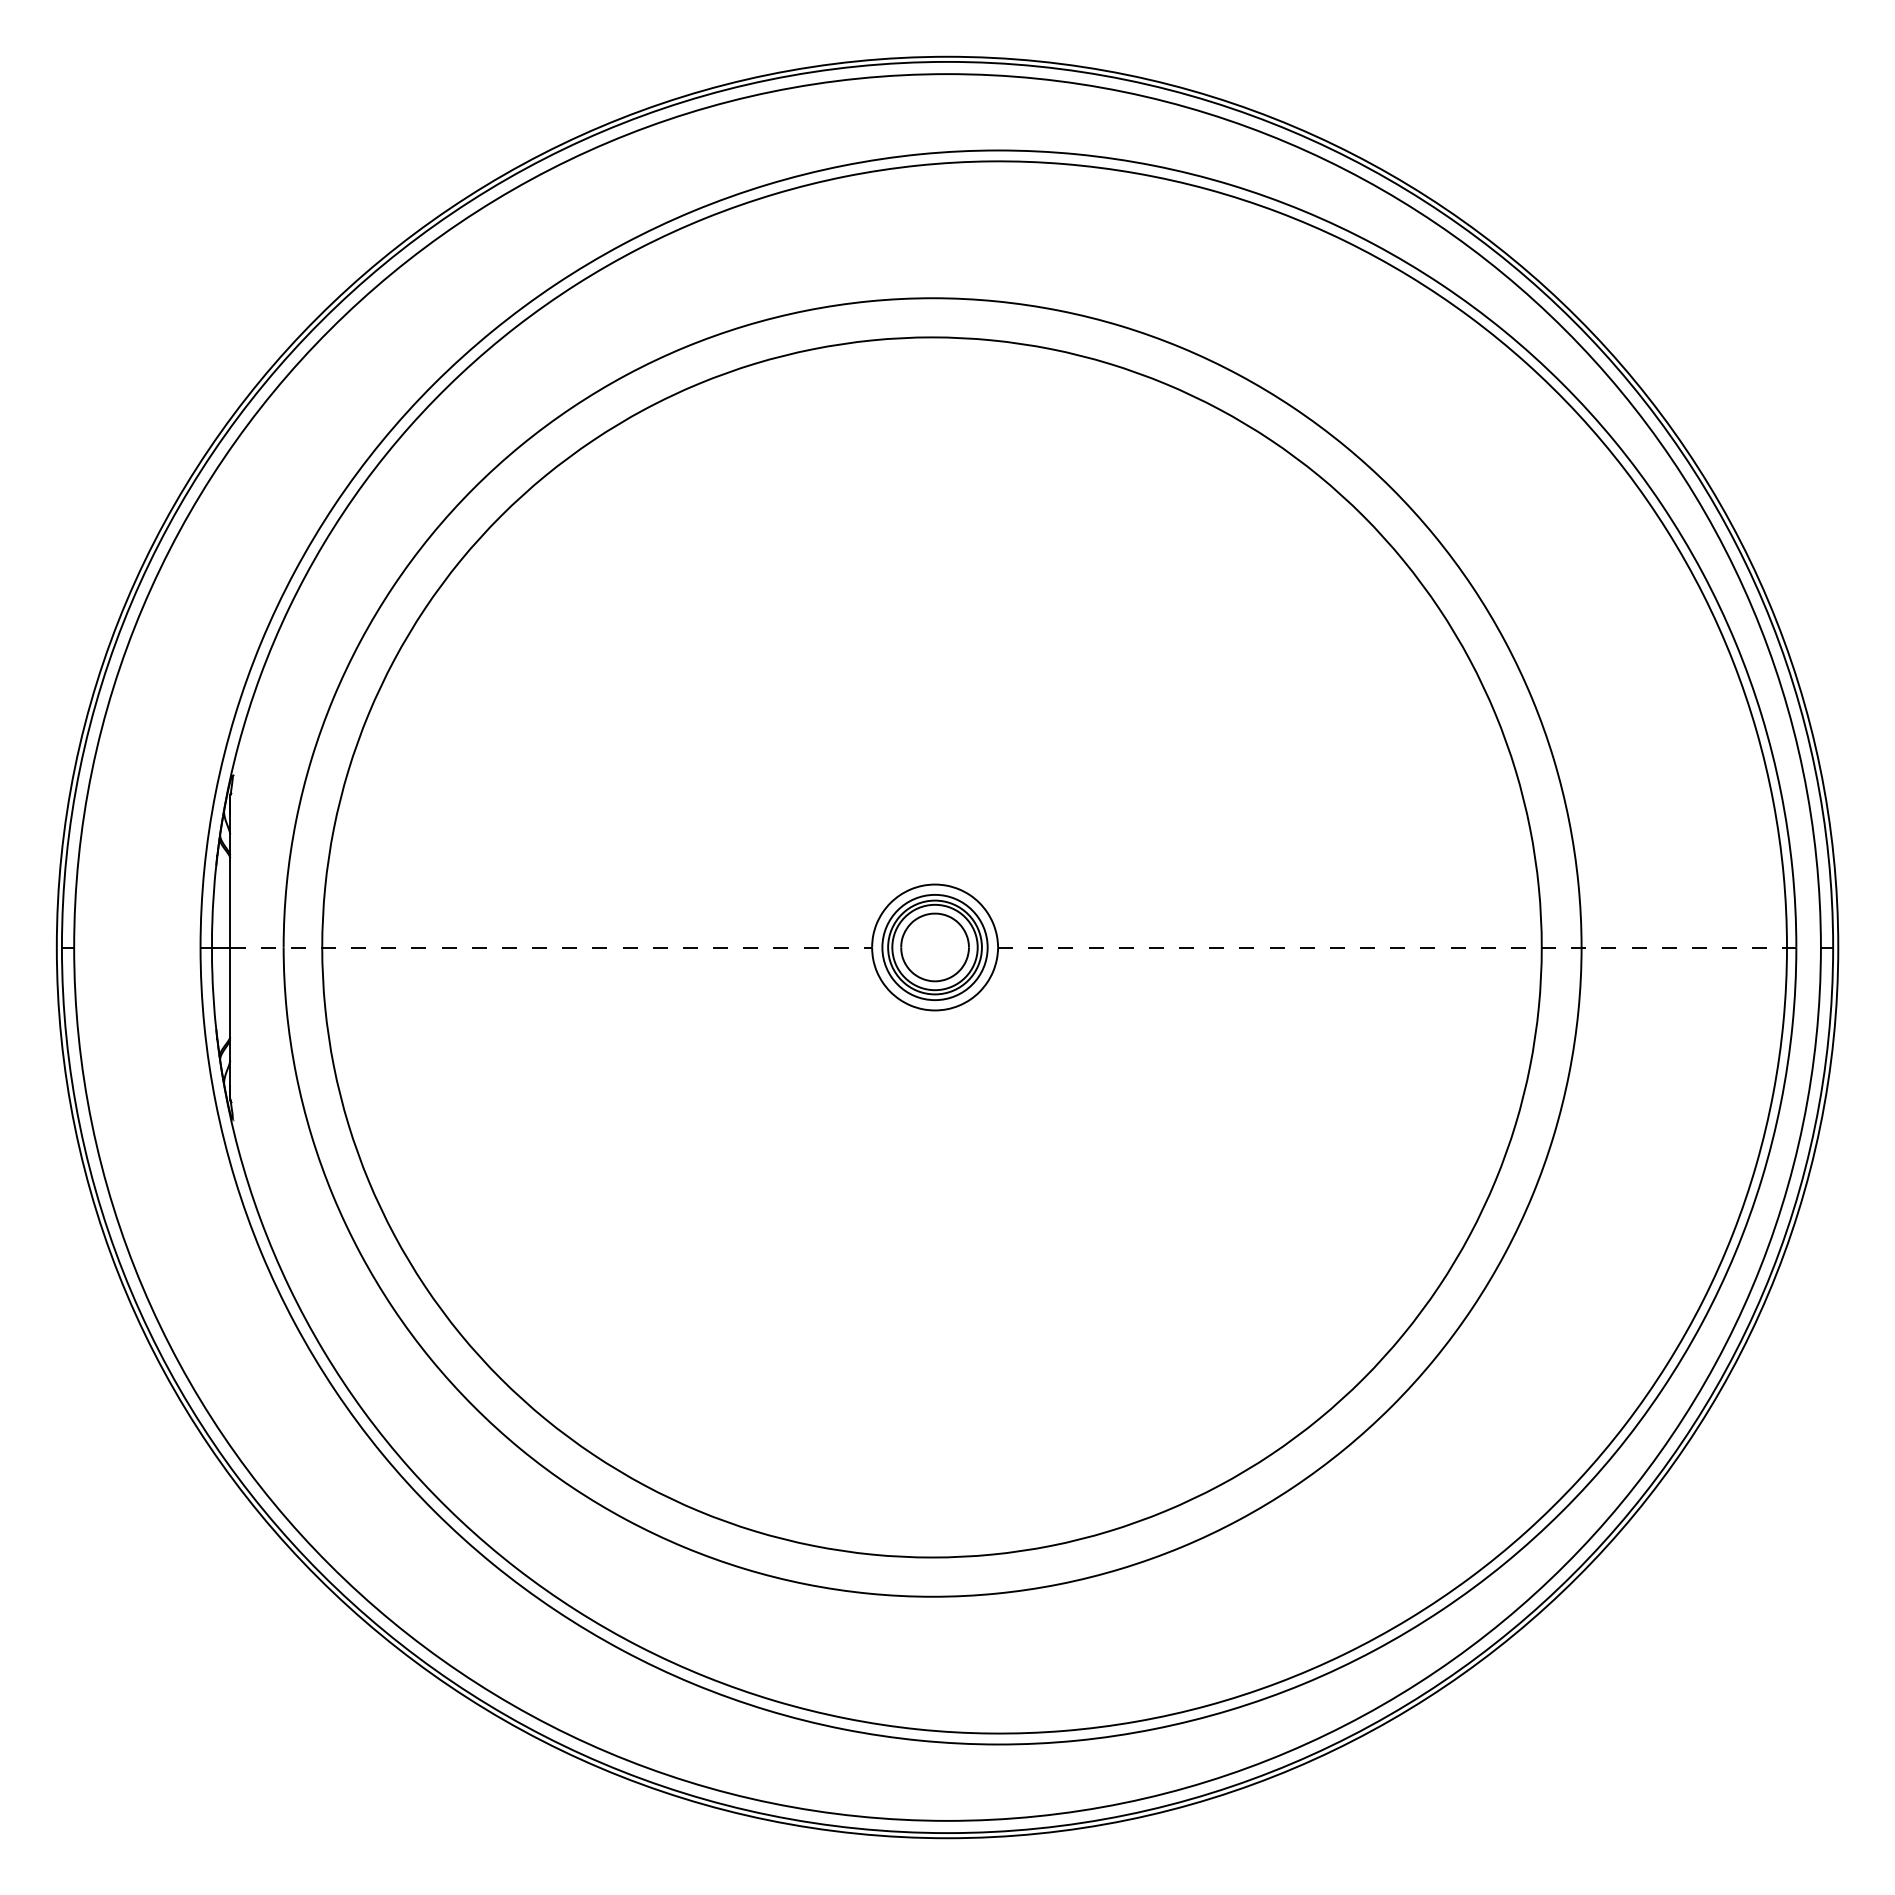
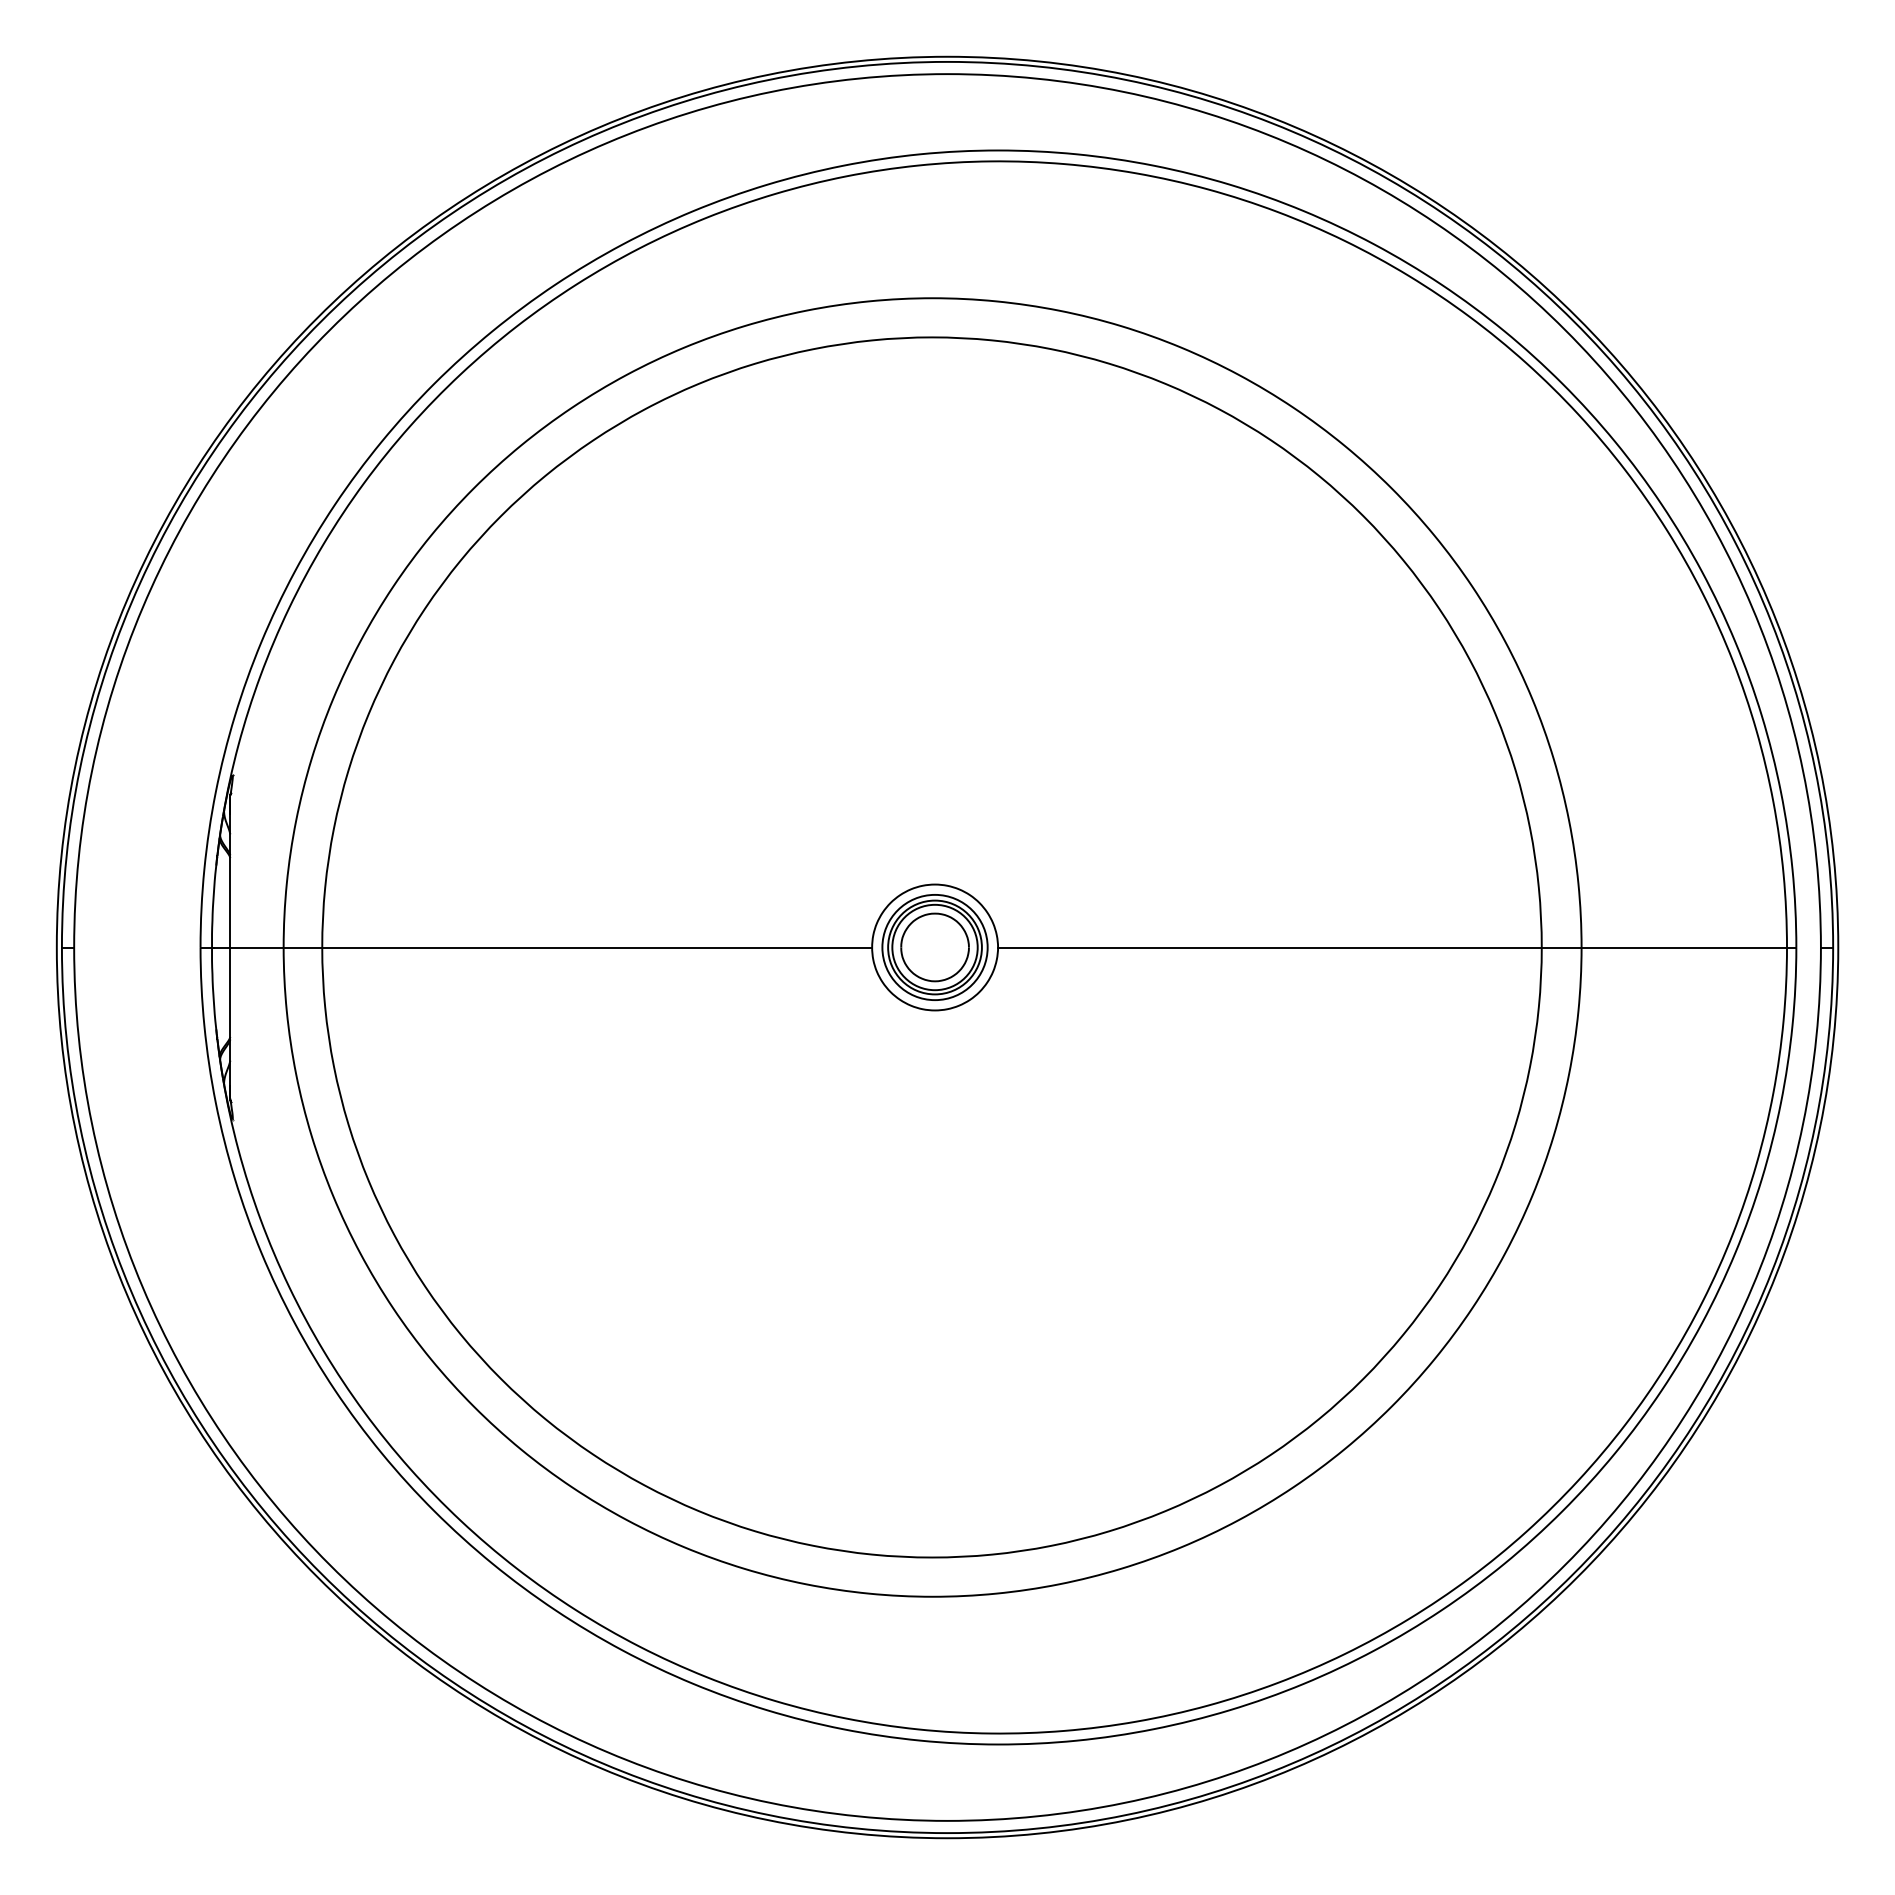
line at (551, 947): dashed -> solid
line at (1397, 947): dashed -> solid
